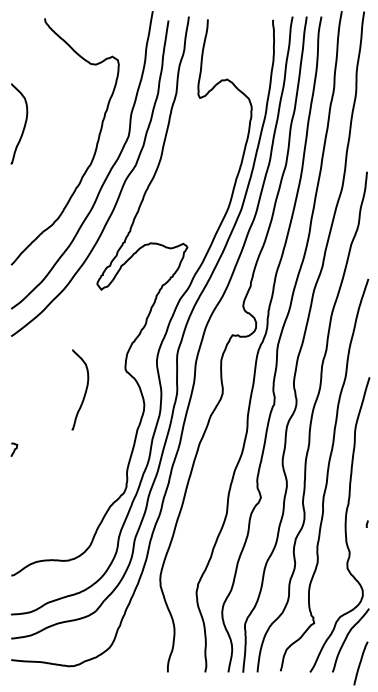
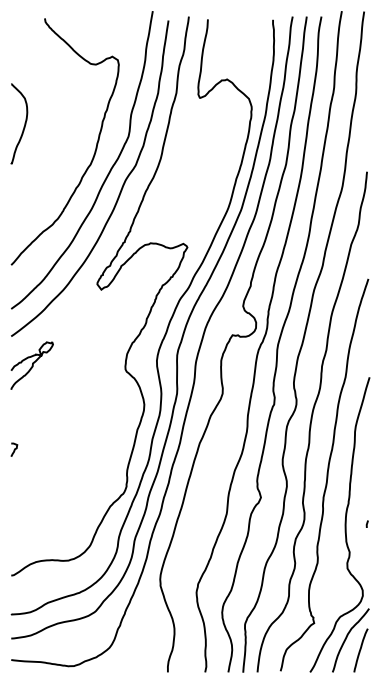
curve at (31, 365): none -> present
curve at (85, 389): present -> none
line at (360, 663) position: (360, 663) -> (360, 650)
